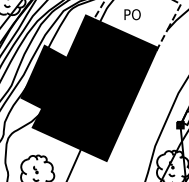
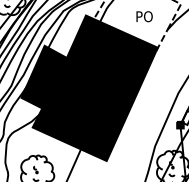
text at (132, 14) position: (132, 14) -> (144, 16)
